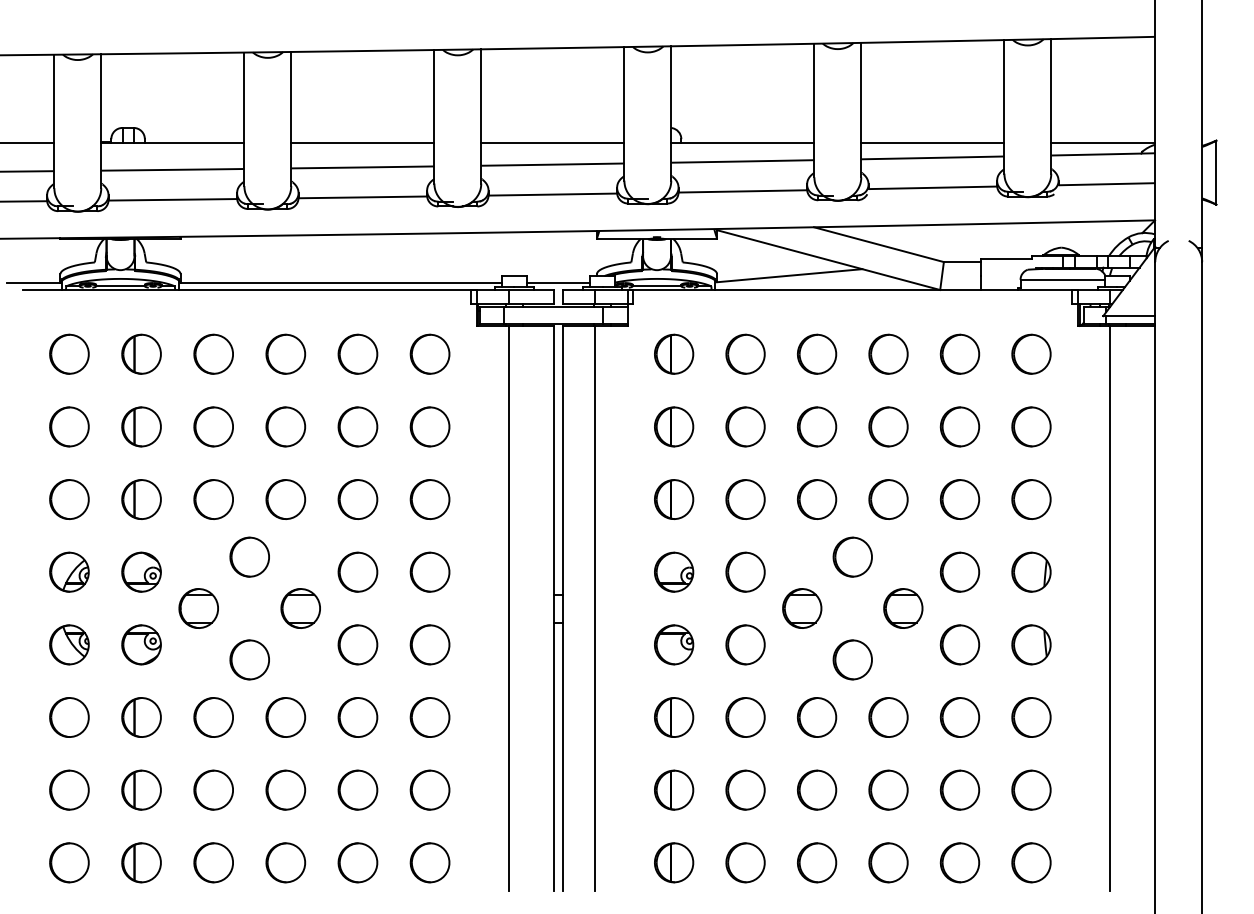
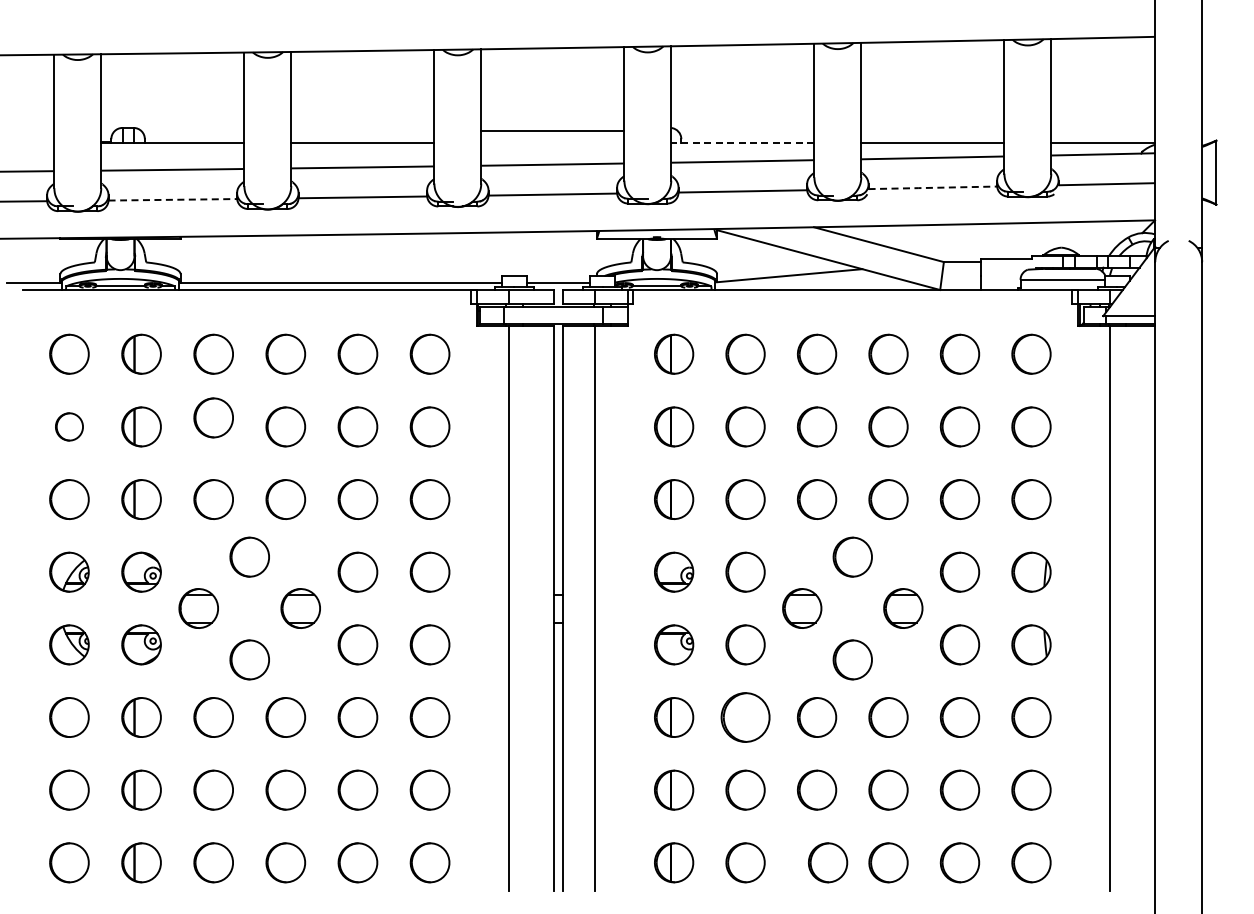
line at (28, 143): present -> none
line at (552, 143) position: (552, 143) -> (552, 131)
line at (742, 143): solid -> dashed
line at (932, 187): solid -> dashed
line at (172, 199): solid -> dashed
part at (69, 426) size: 41x42 px -> 29x30 px
part at (213, 426) position: (213, 426) -> (213, 417)
part at (745, 717) size: 41x41 px -> 51x51 px
part at (817, 862) position: (817, 862) -> (828, 862)
